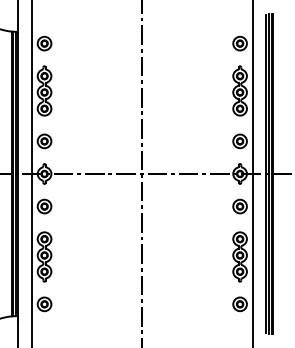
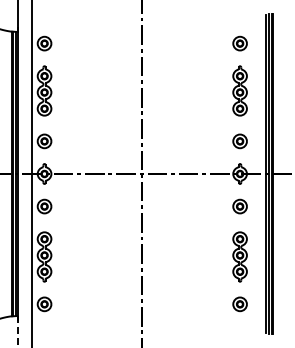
line at (253, 173): present -> none
line at (18, 332): solid -> dashed
